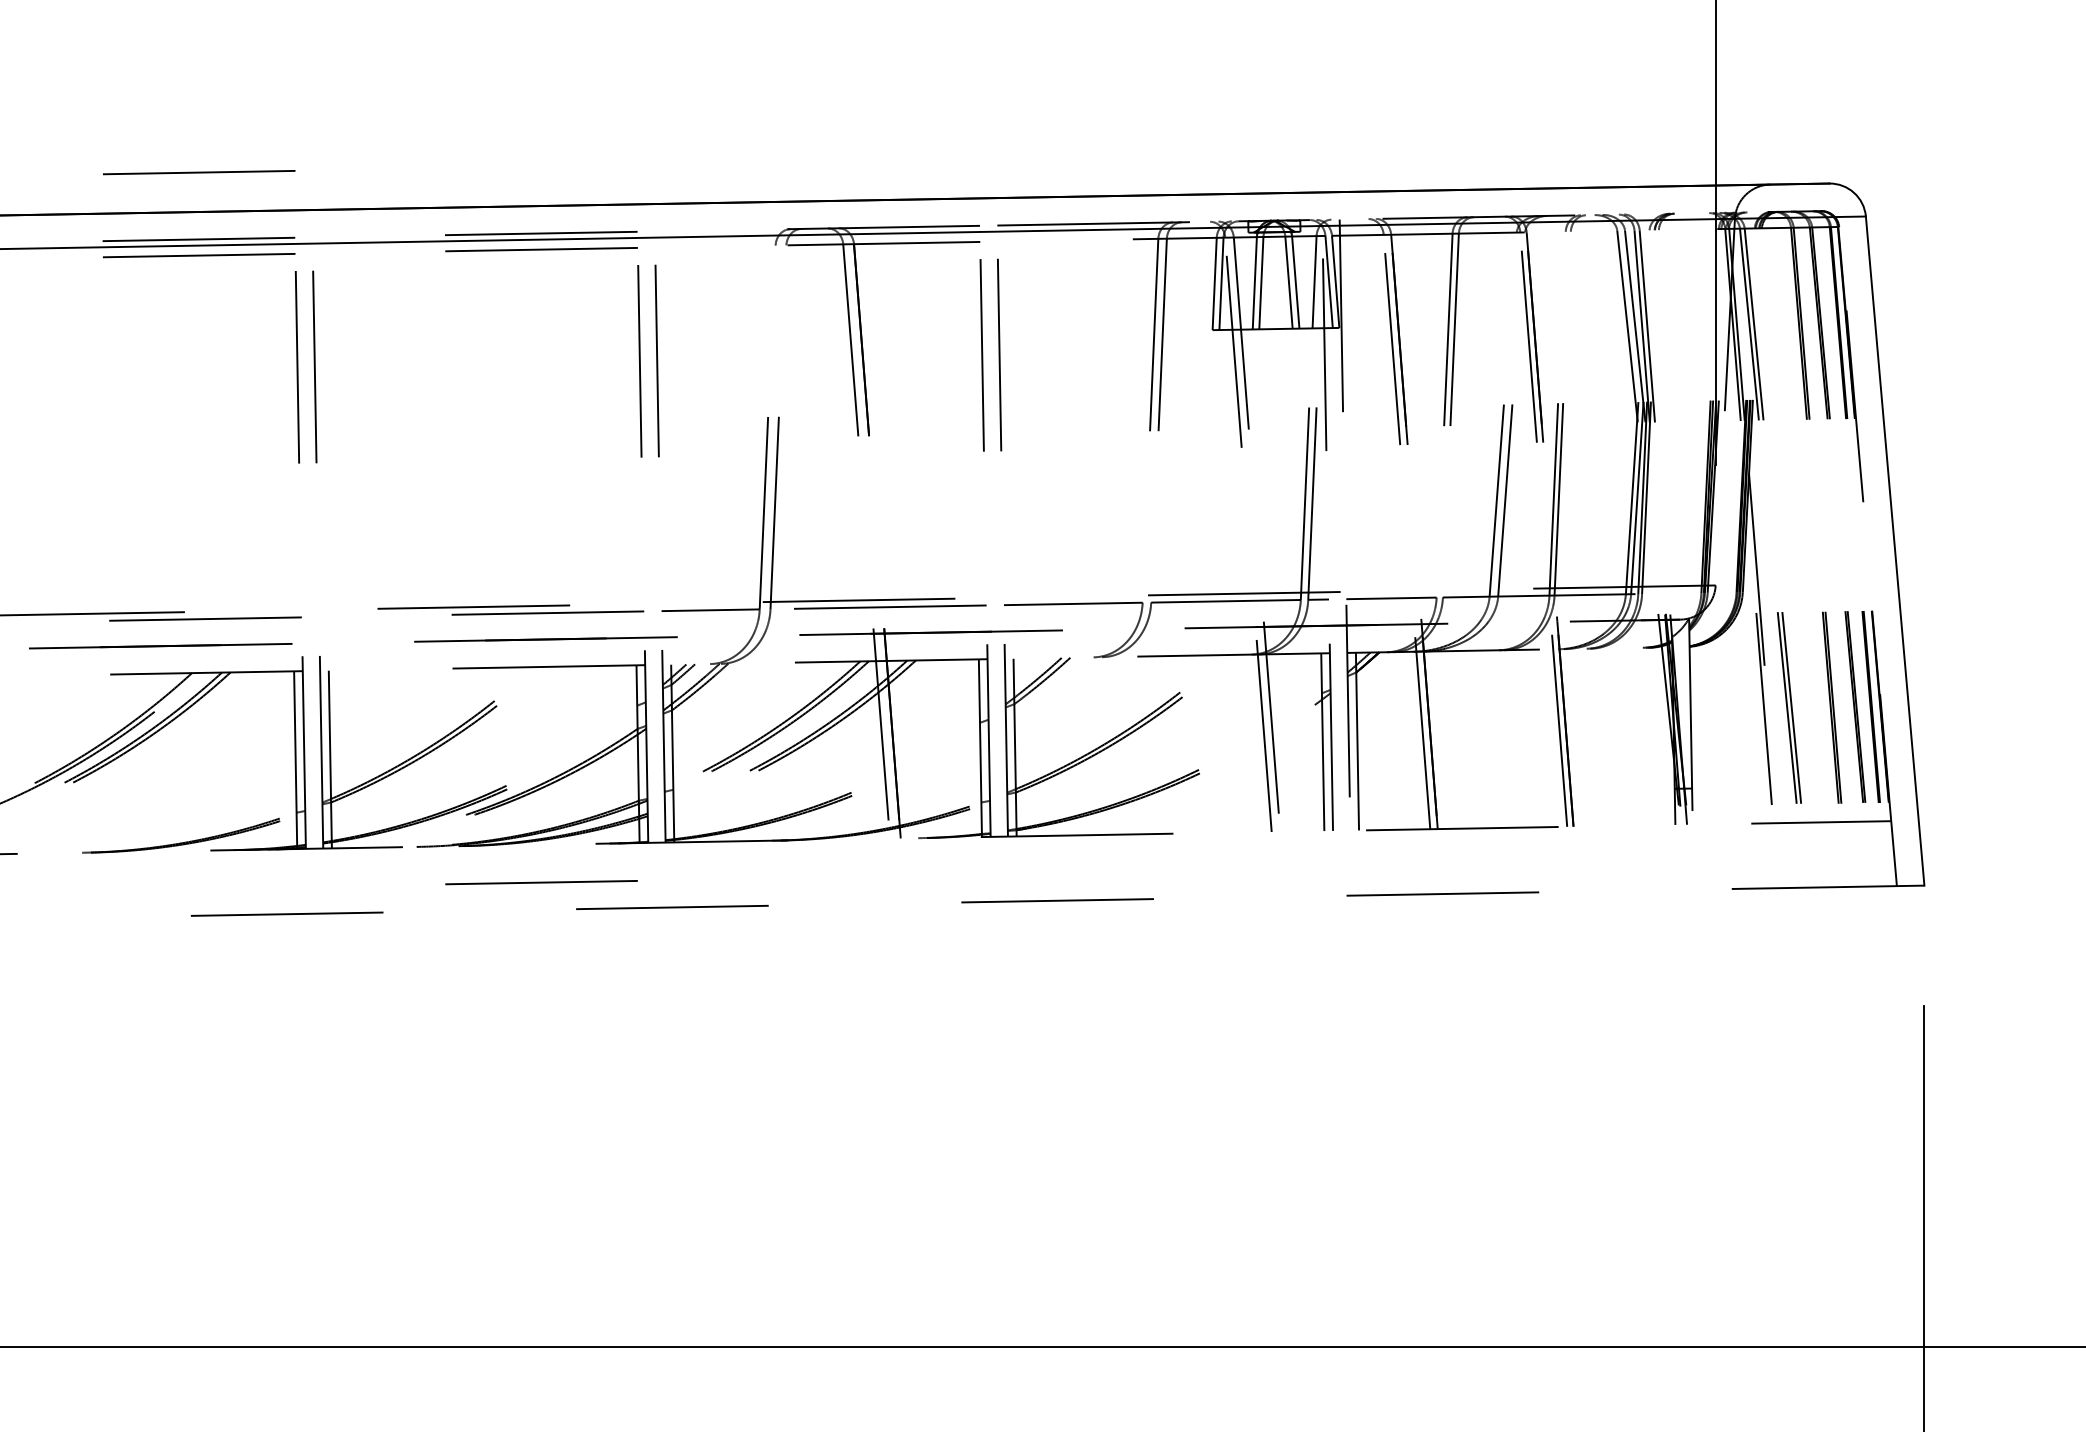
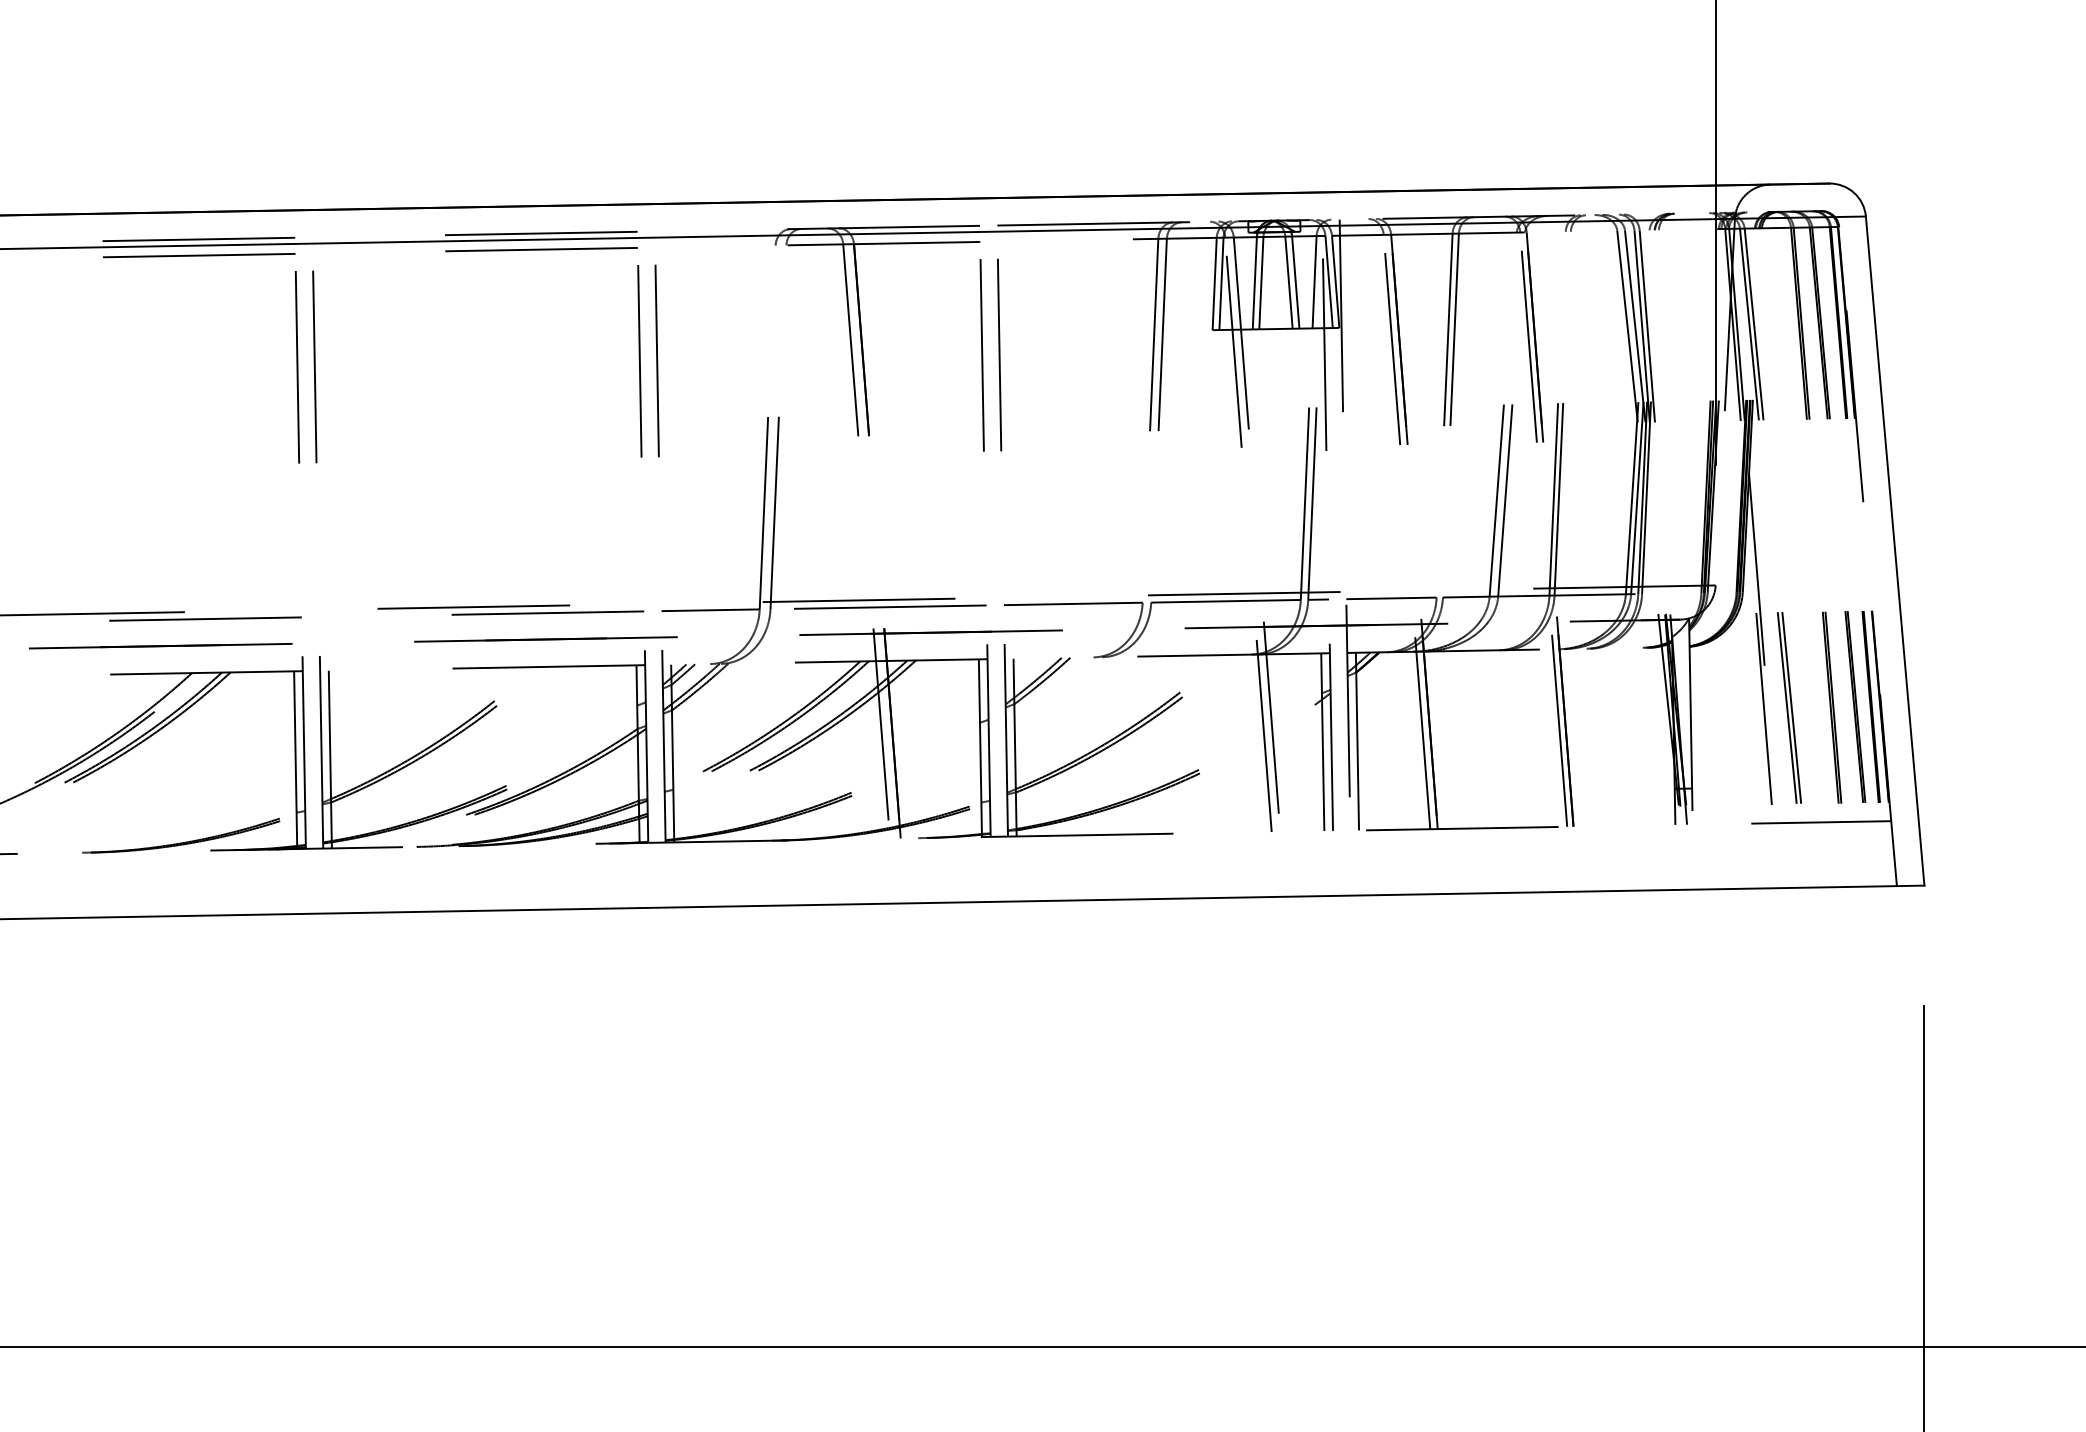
line at (199, 172): present -> none
line at (541, 882): present -> none
line at (961, 902): dashed -> solid
